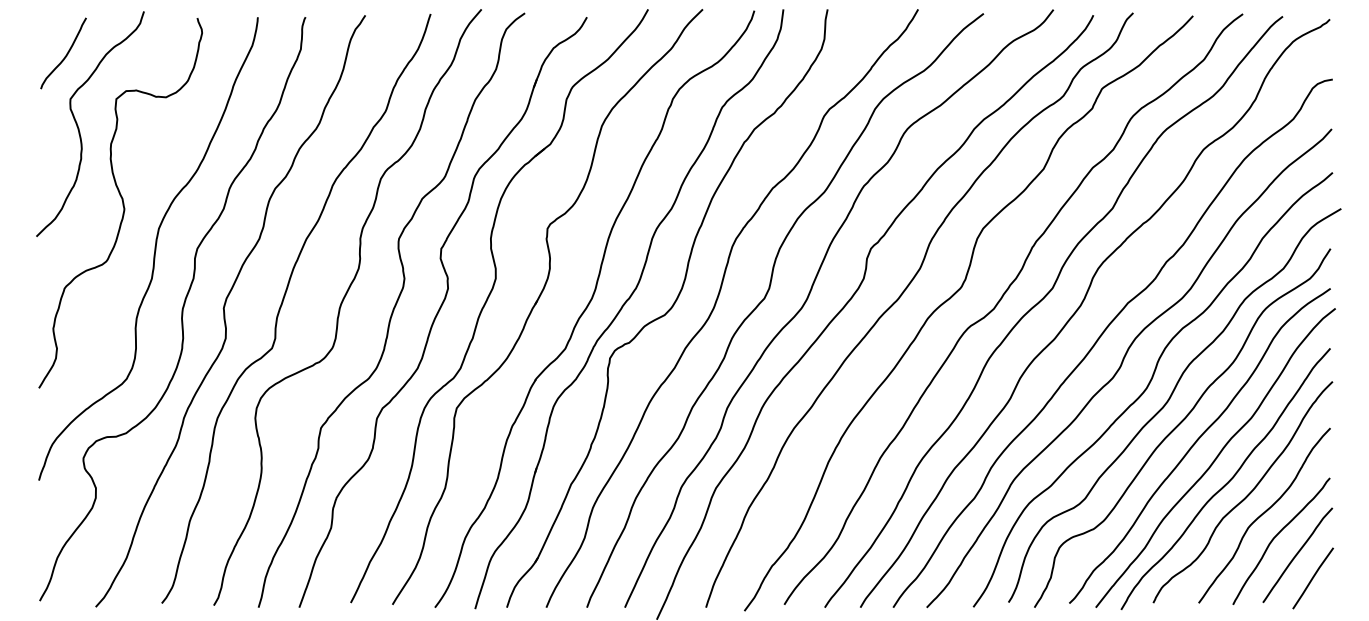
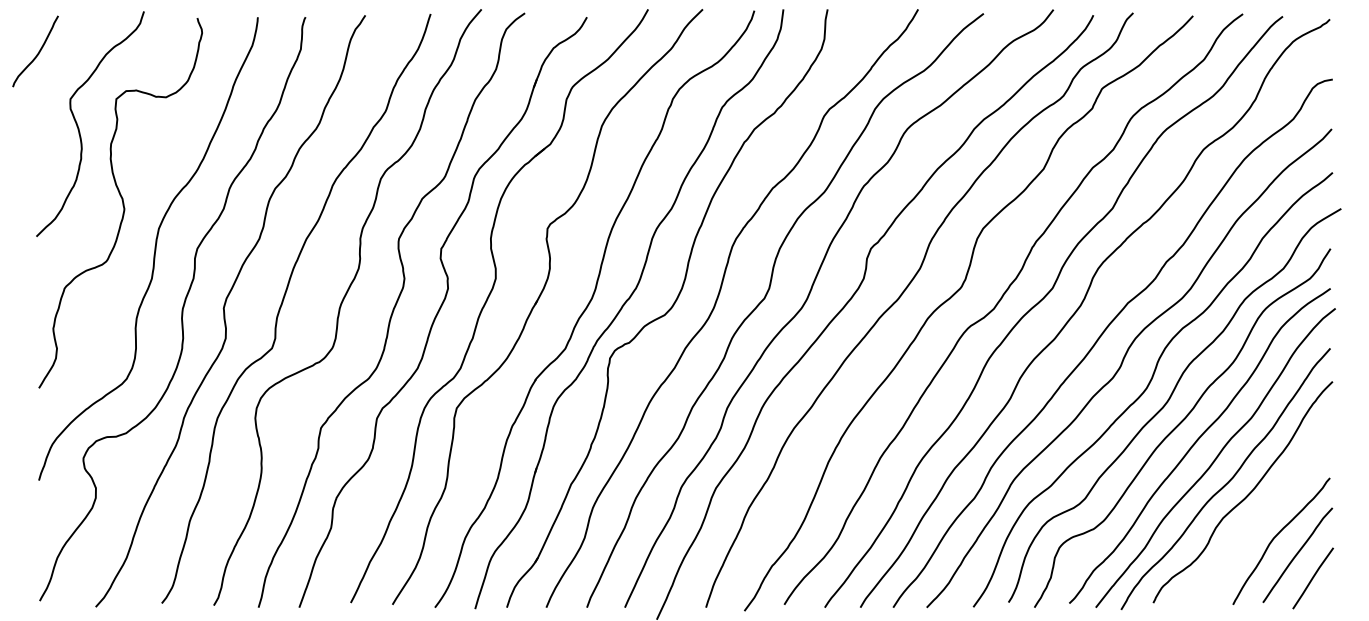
curve at (65, 55) position: (65, 55) -> (37, 53)
curve at (1263, 514): present -> none
